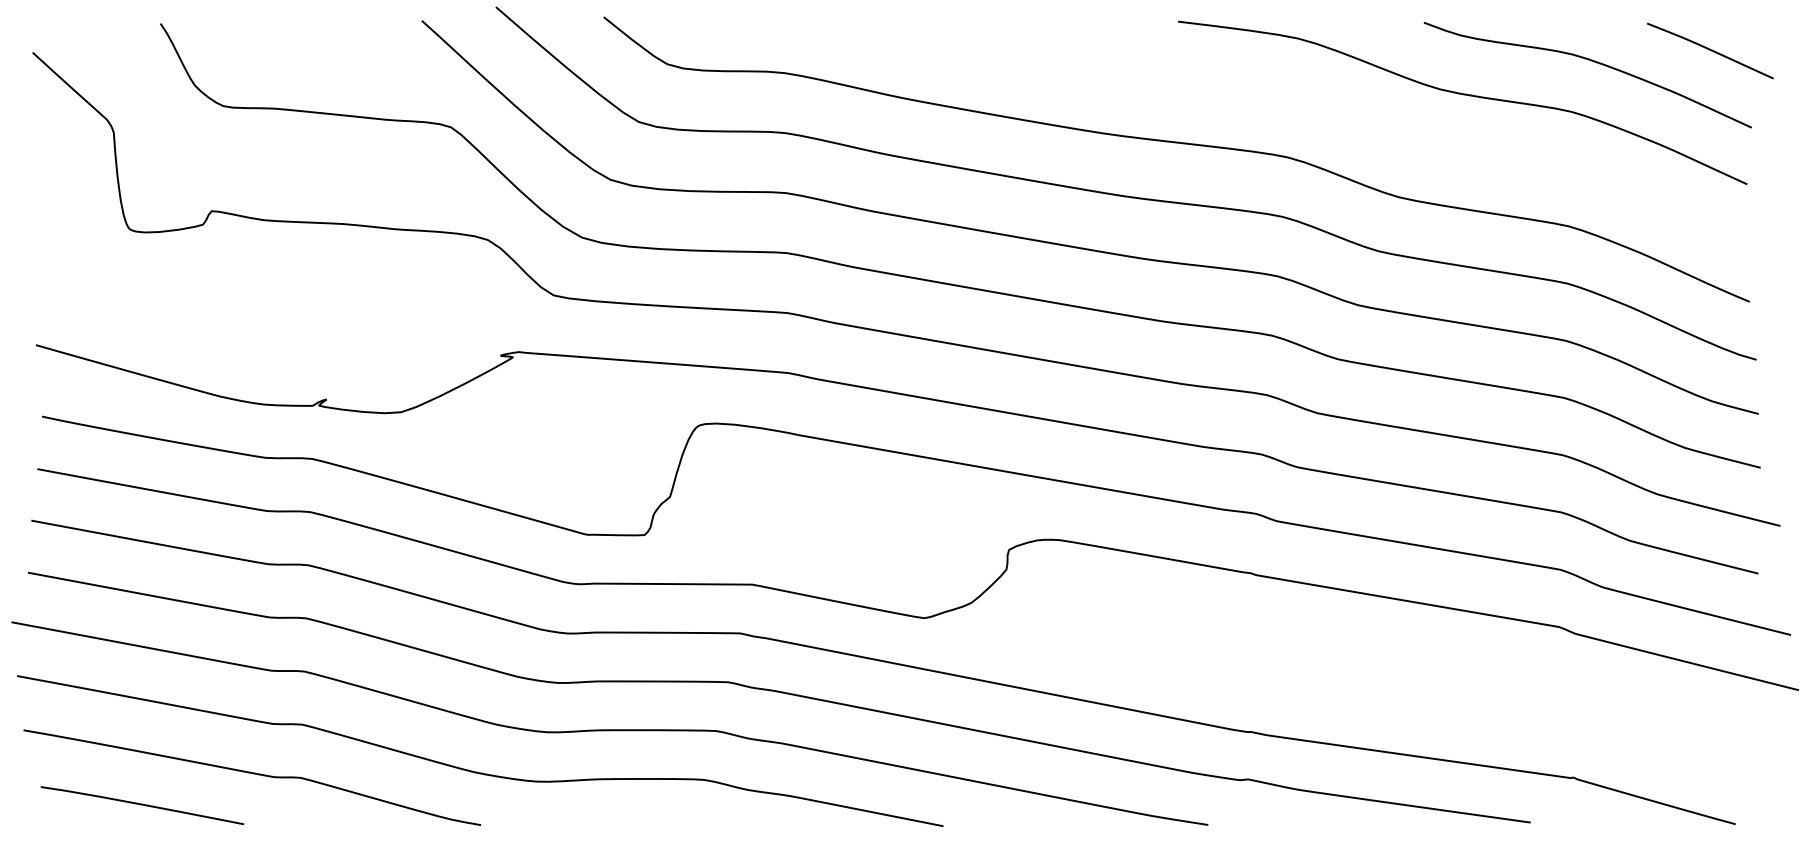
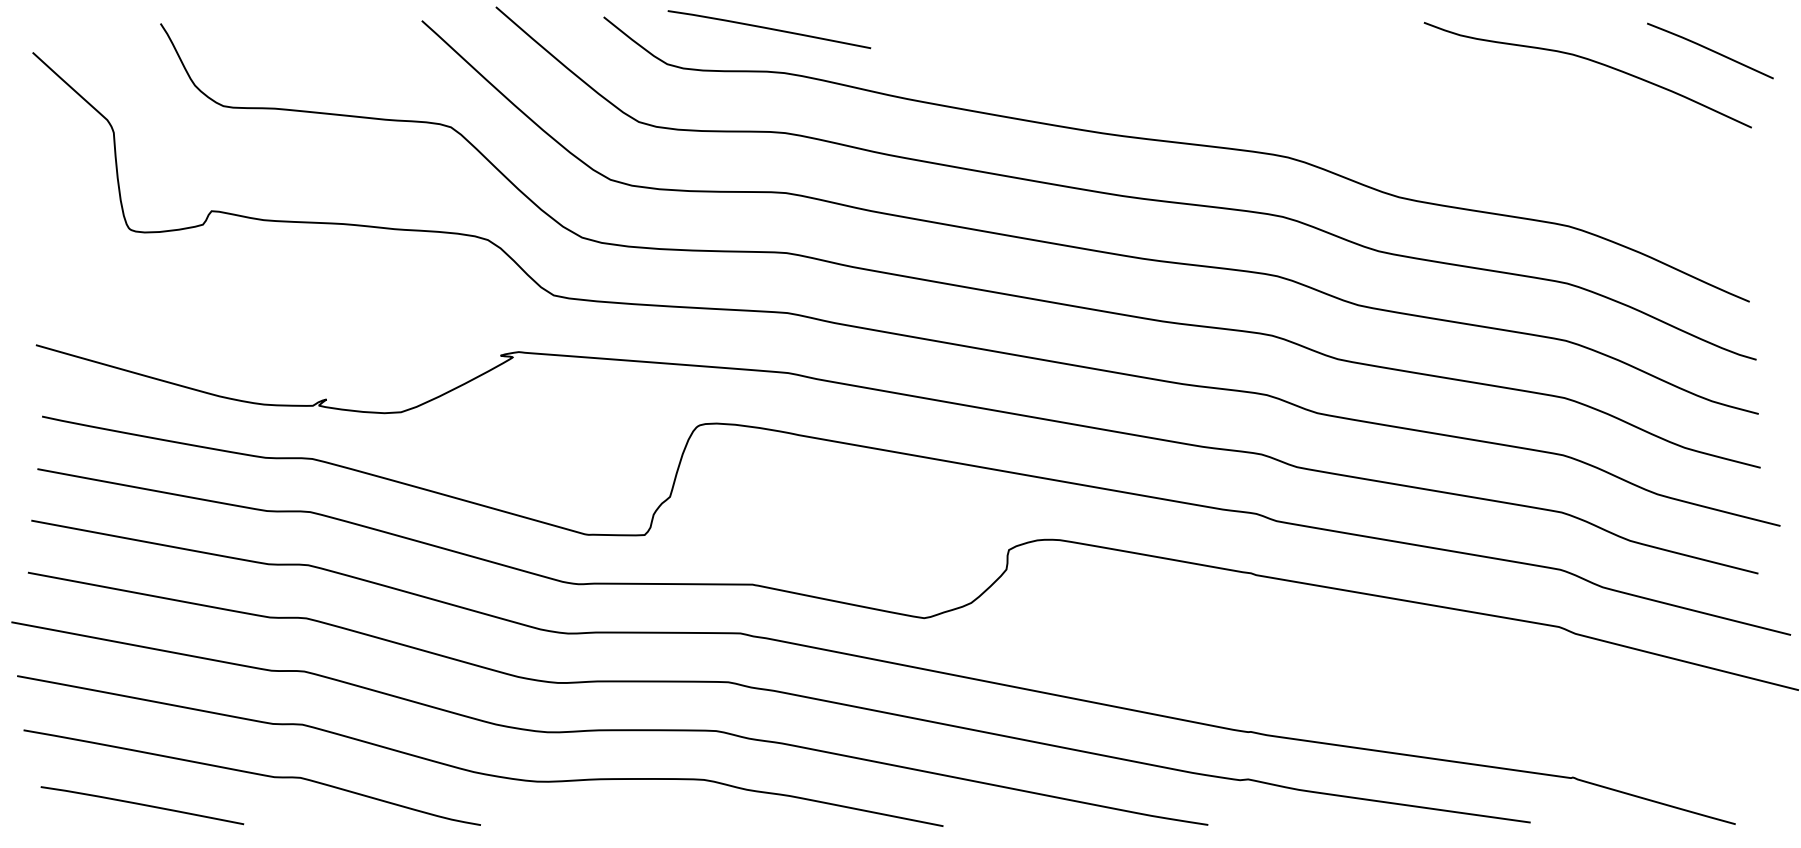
curve at (769, 29): none -> present
curve at (1463, 95): present -> none
